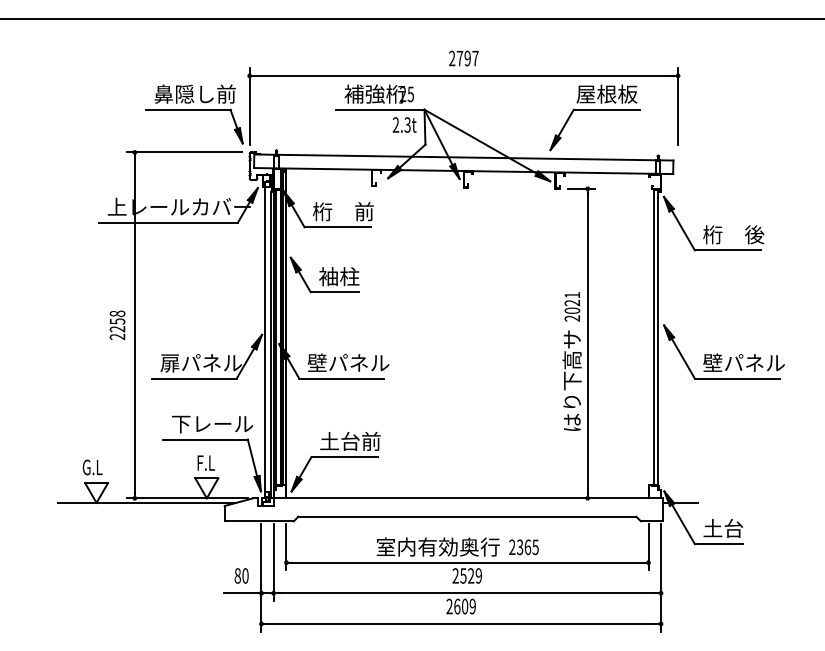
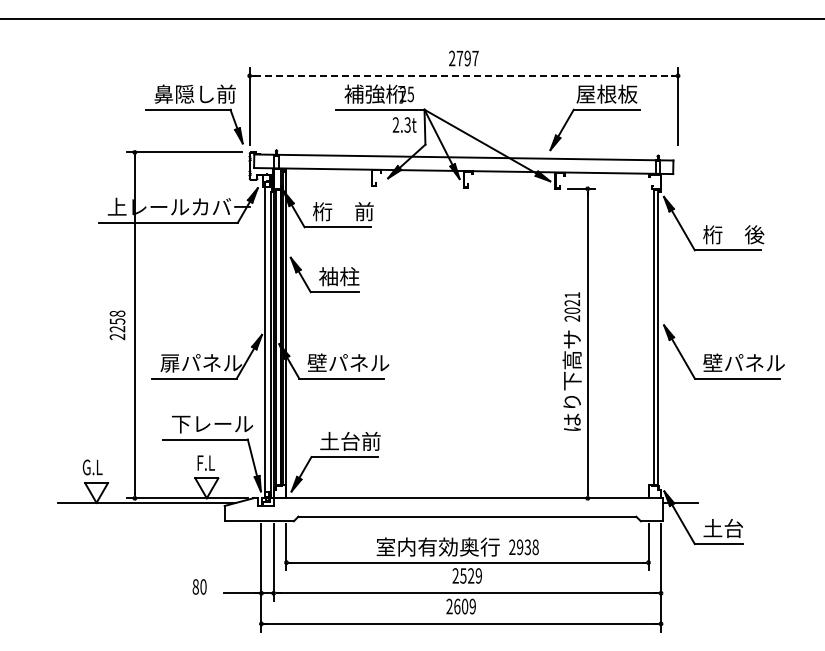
line at (464, 75): solid -> dashed
text at (527, 547): 2365 -> 2938
text at (241, 575) position: (241, 575) -> (199, 586)
